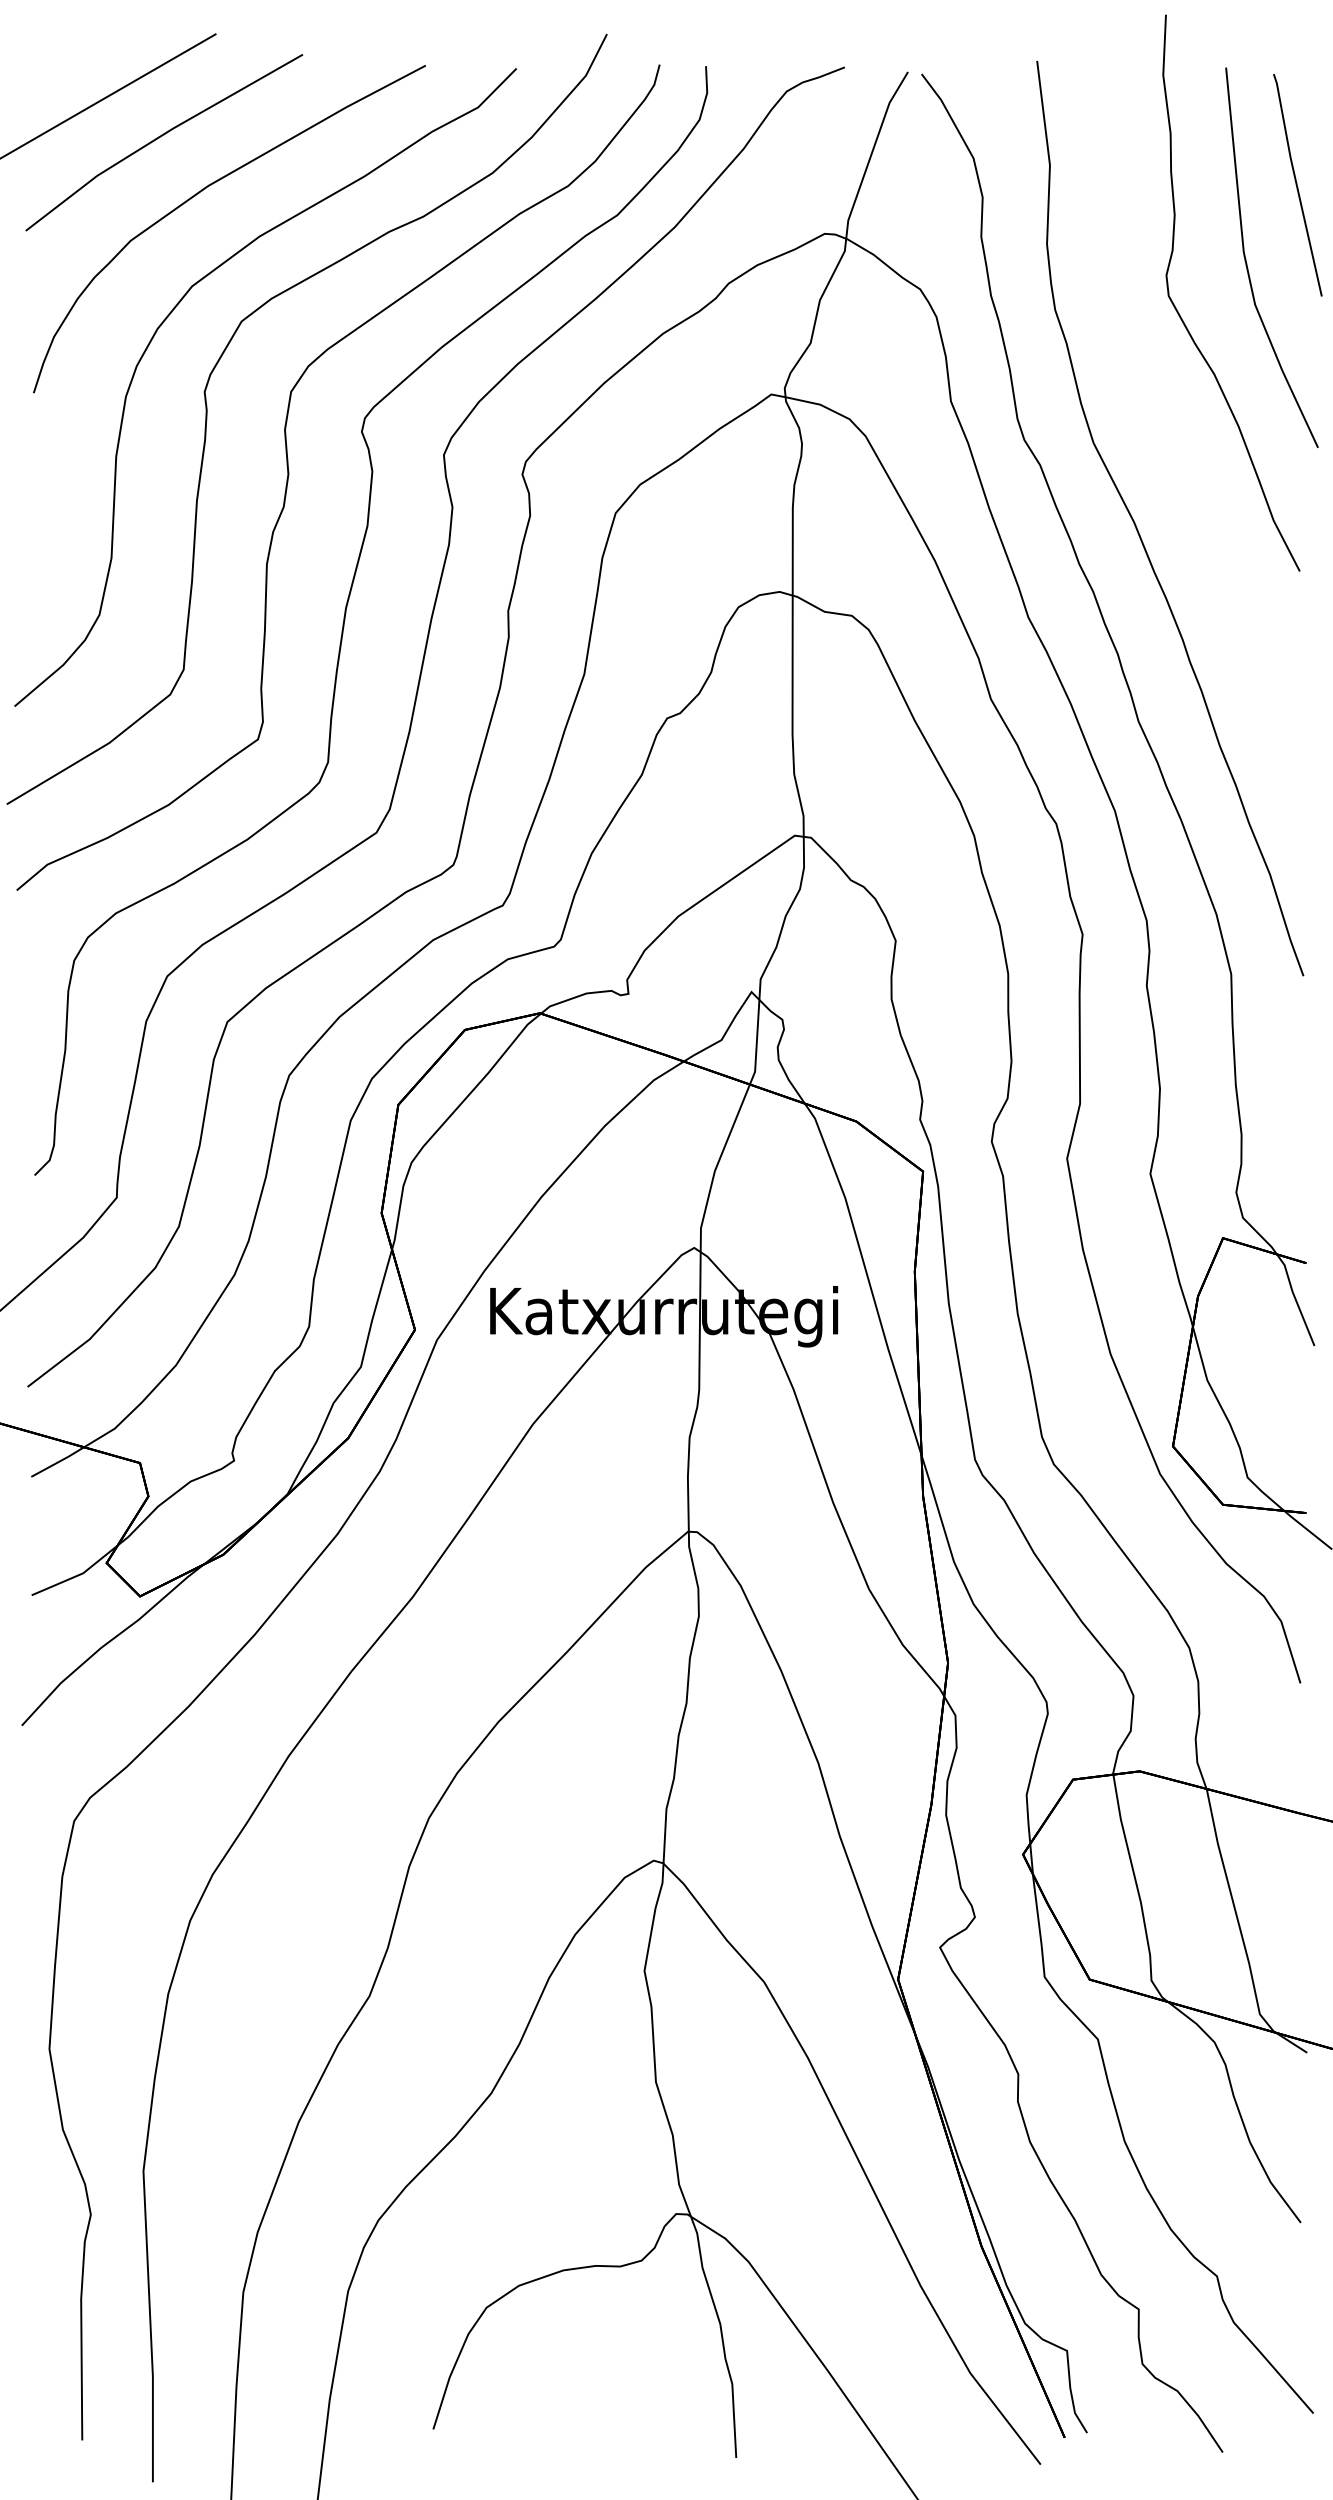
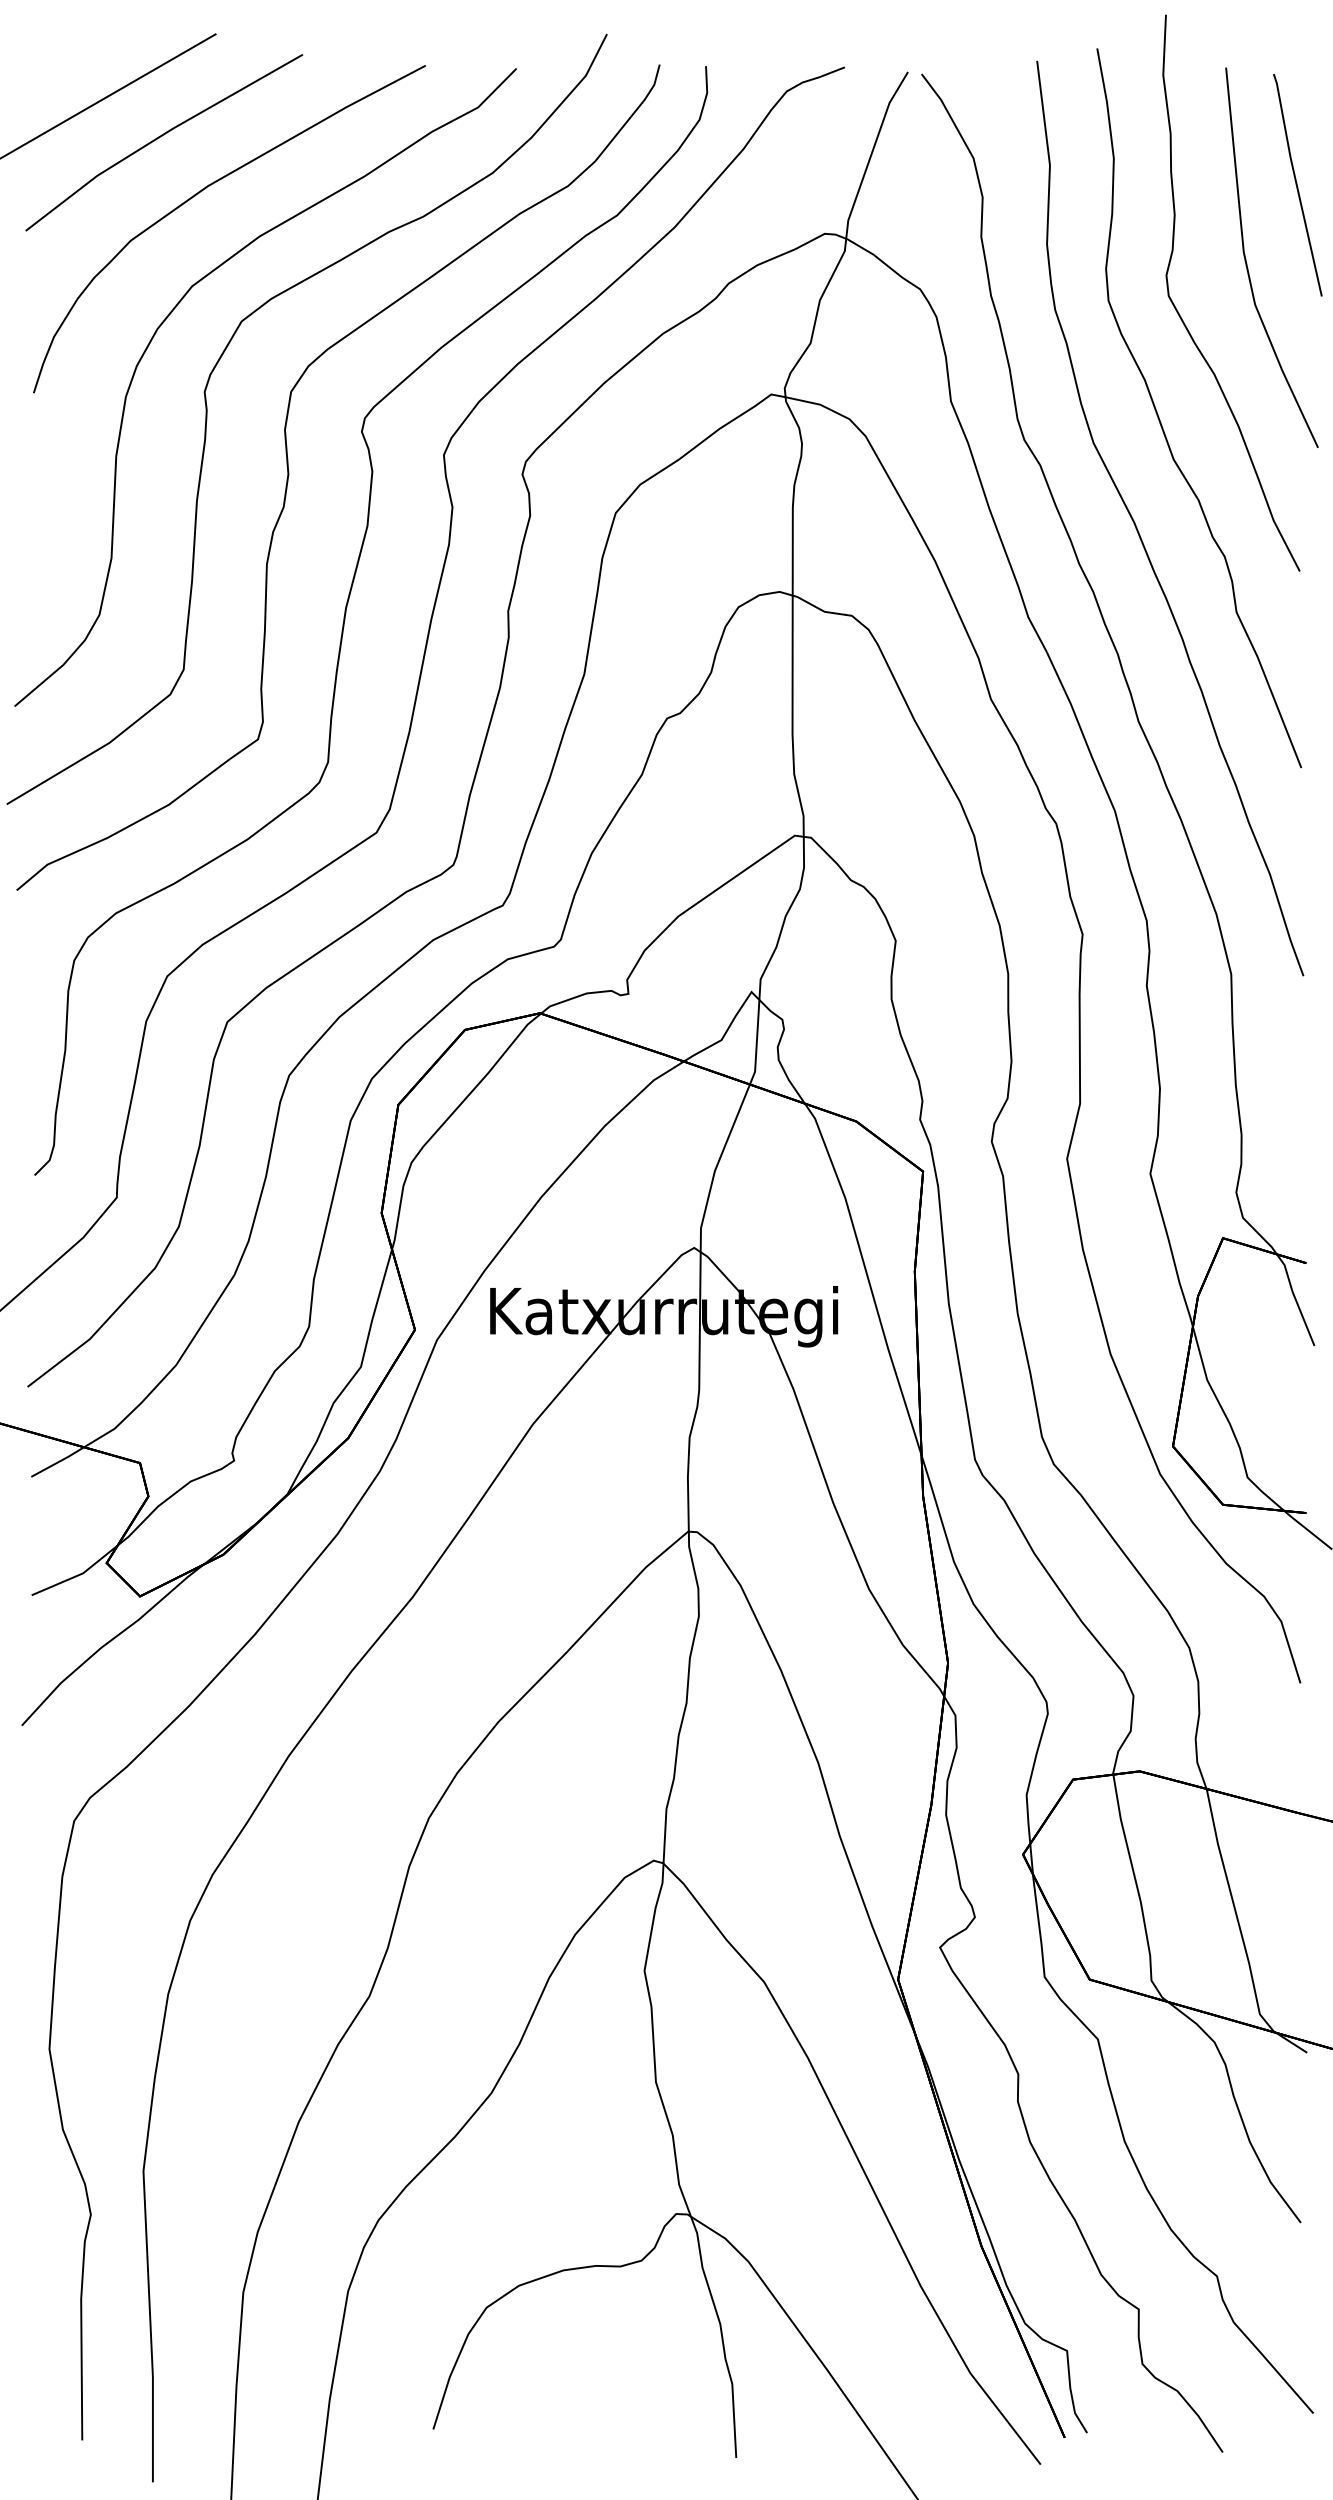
curve at (1161, 422): none -> present
